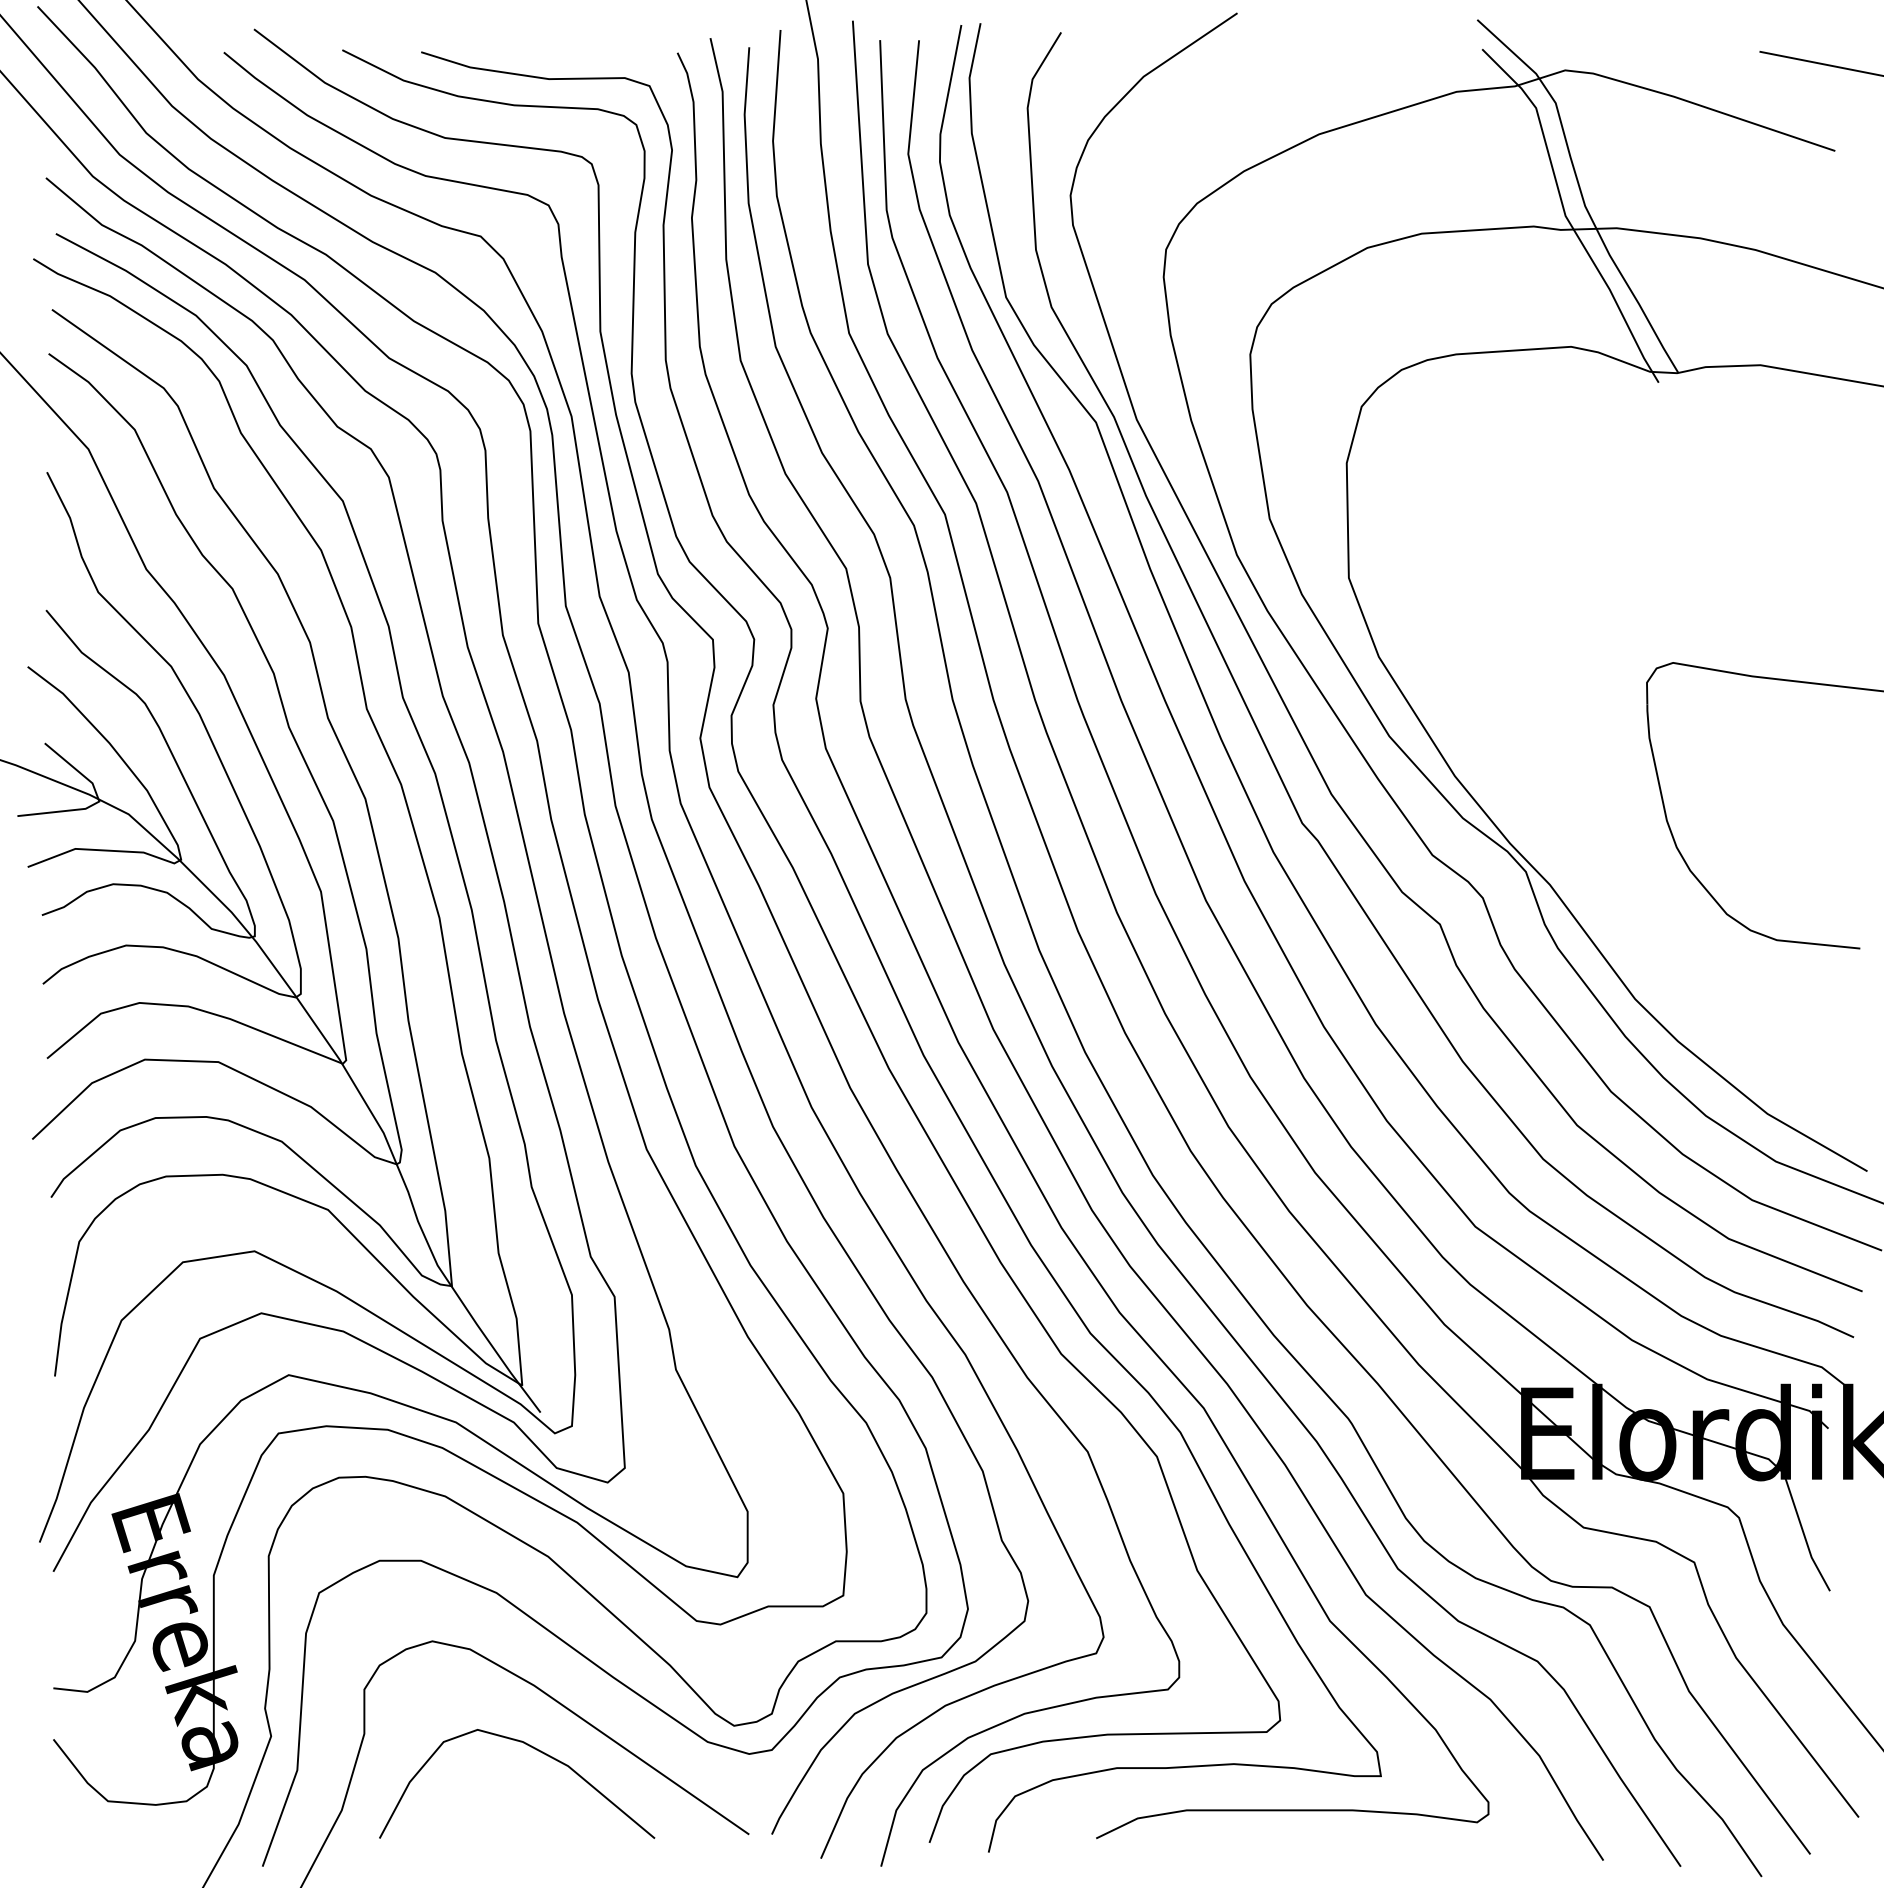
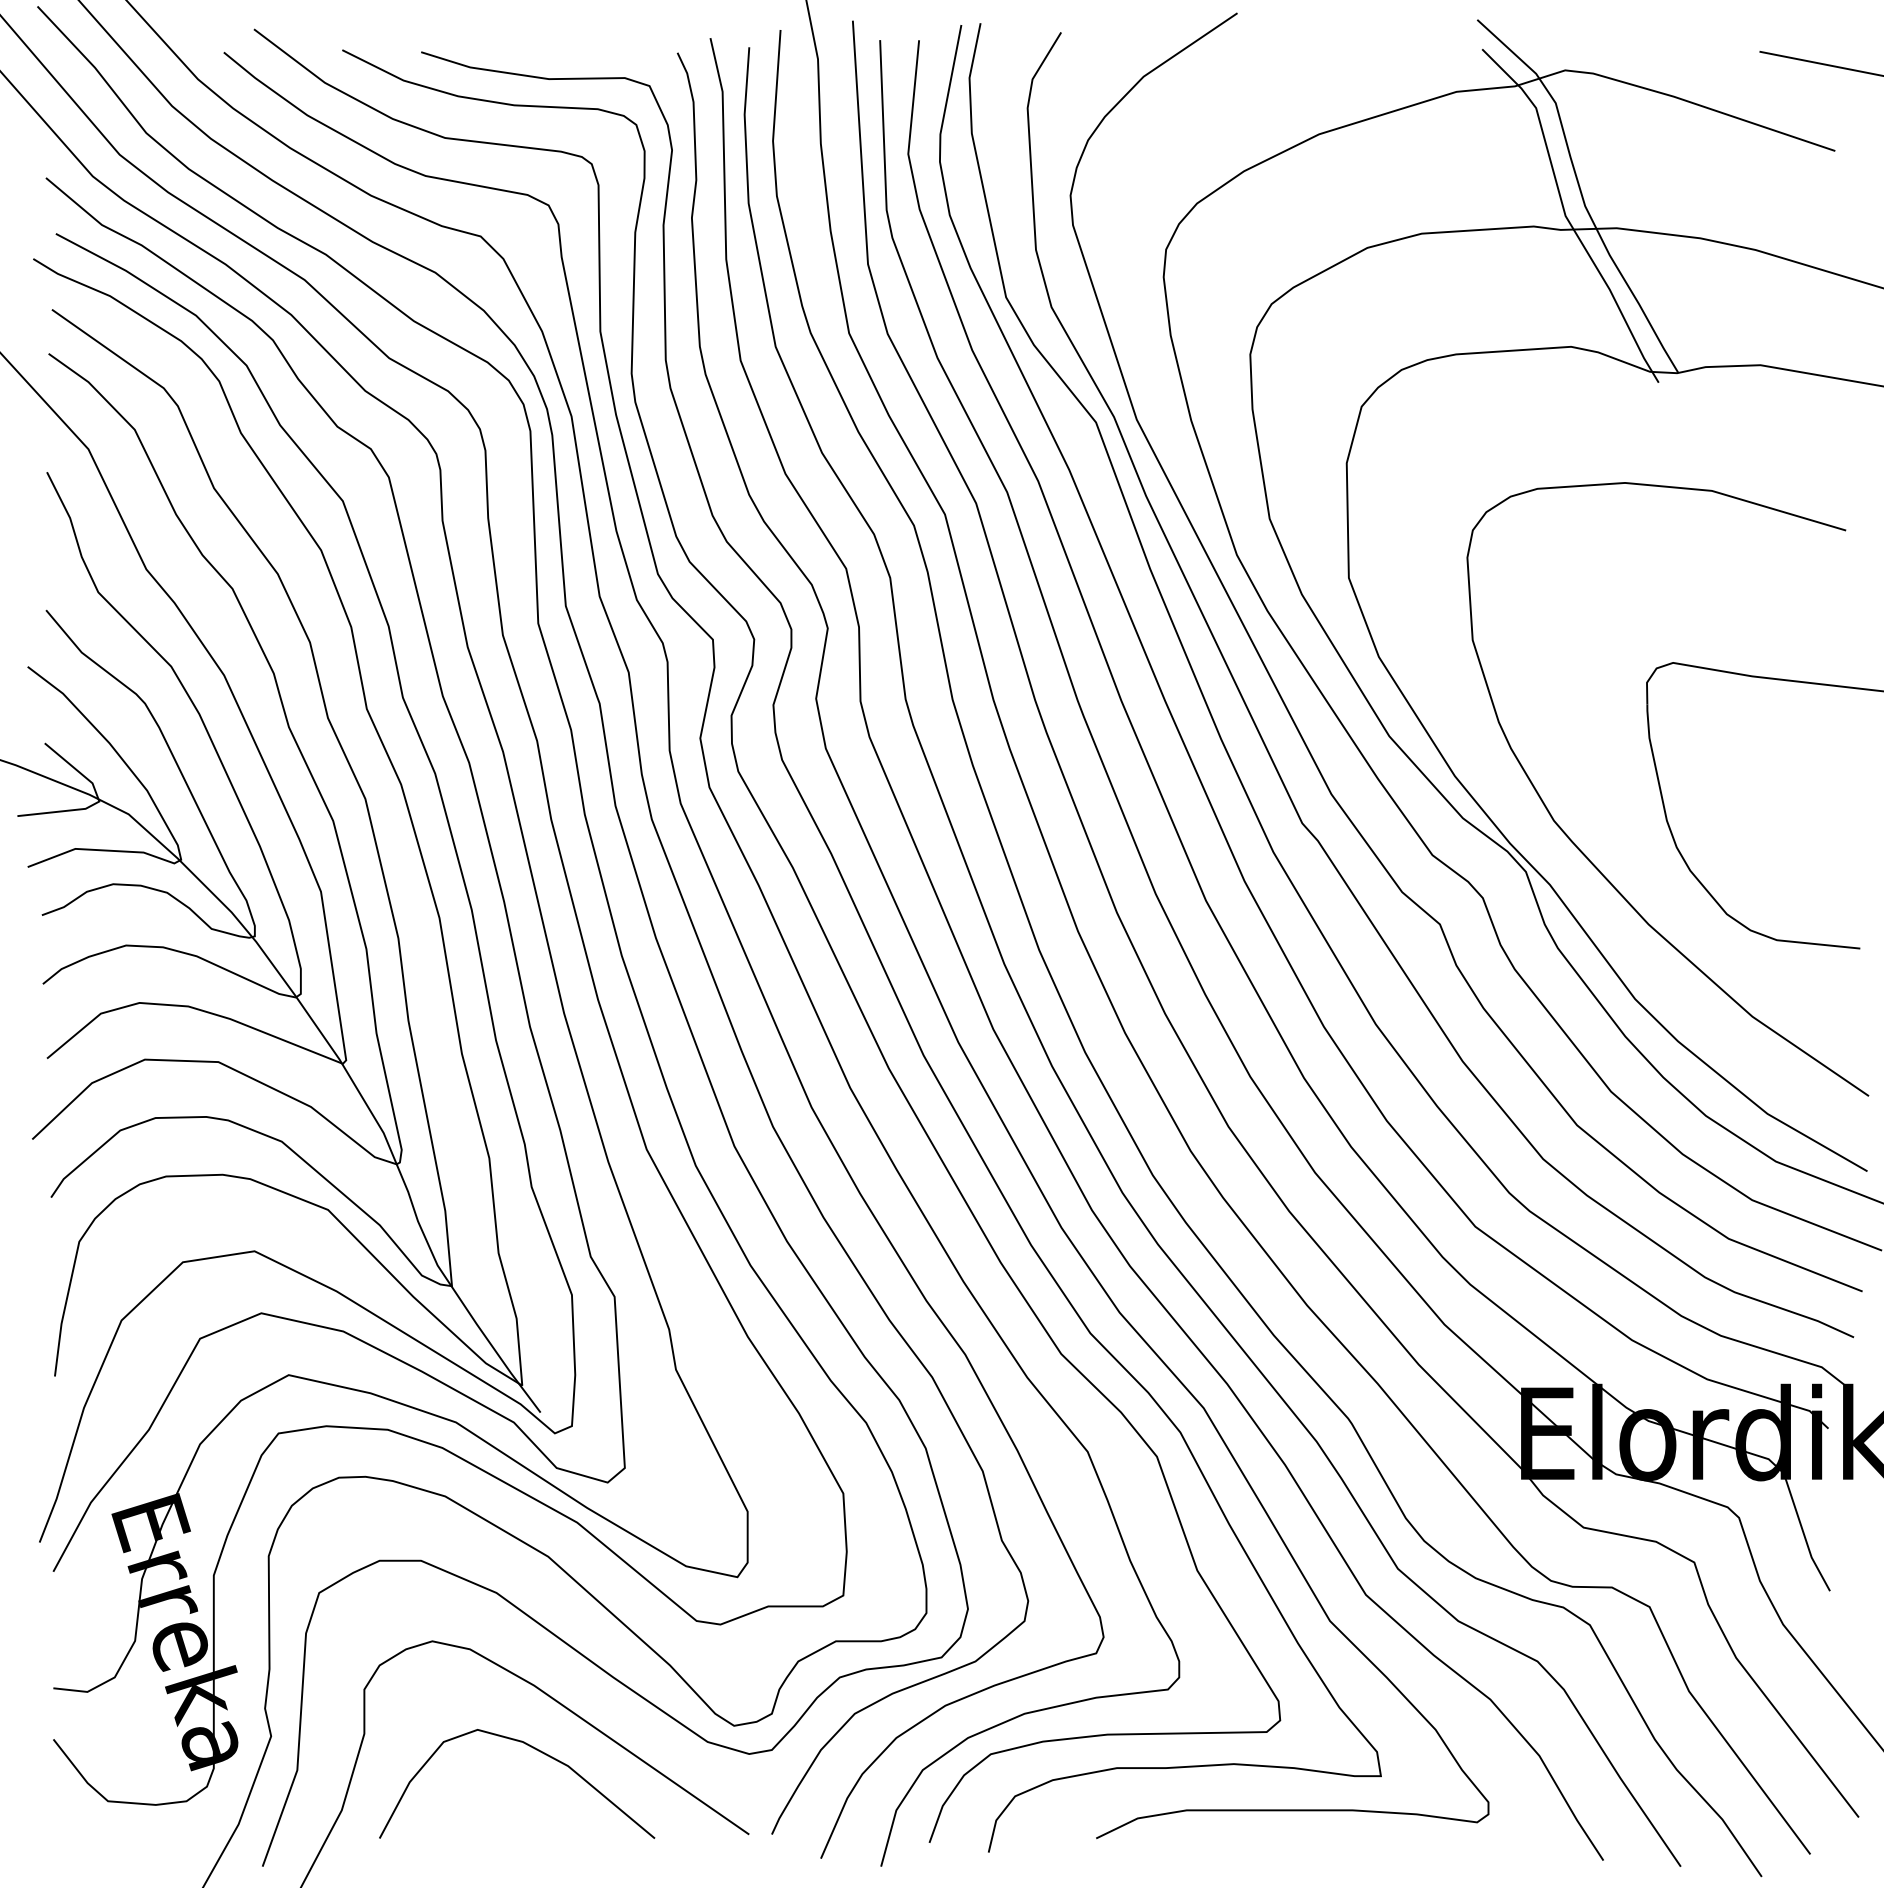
curve at (1587, 856): none -> present
